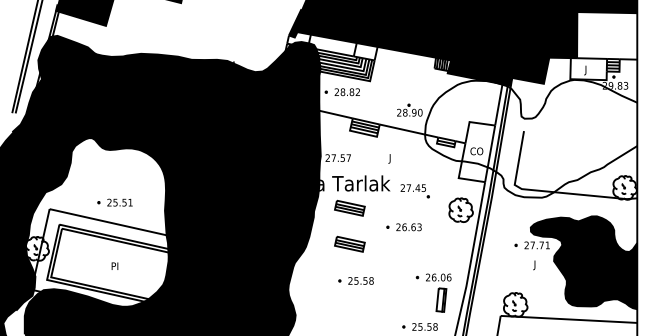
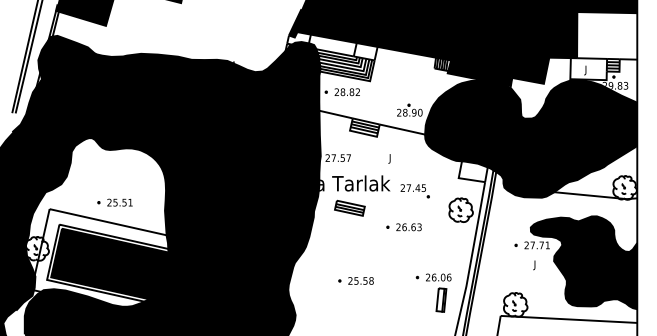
fill at (531, 138): none -> present
part at (349, 243): present -> none
fill at (115, 265): none -> present
part at (419, 326): present -> none
